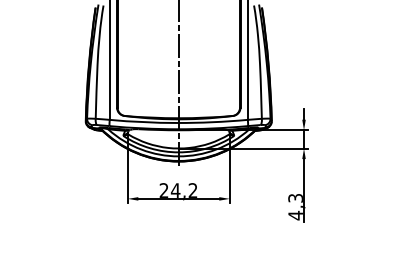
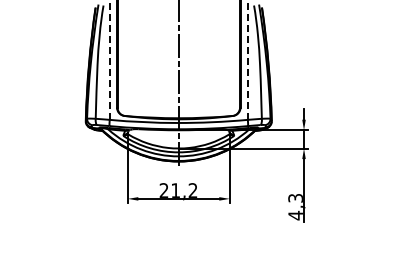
line at (109, 59): solid -> dashed
line at (247, 60): solid -> dashed
text at (175, 190): 24,2 -> 21,2
